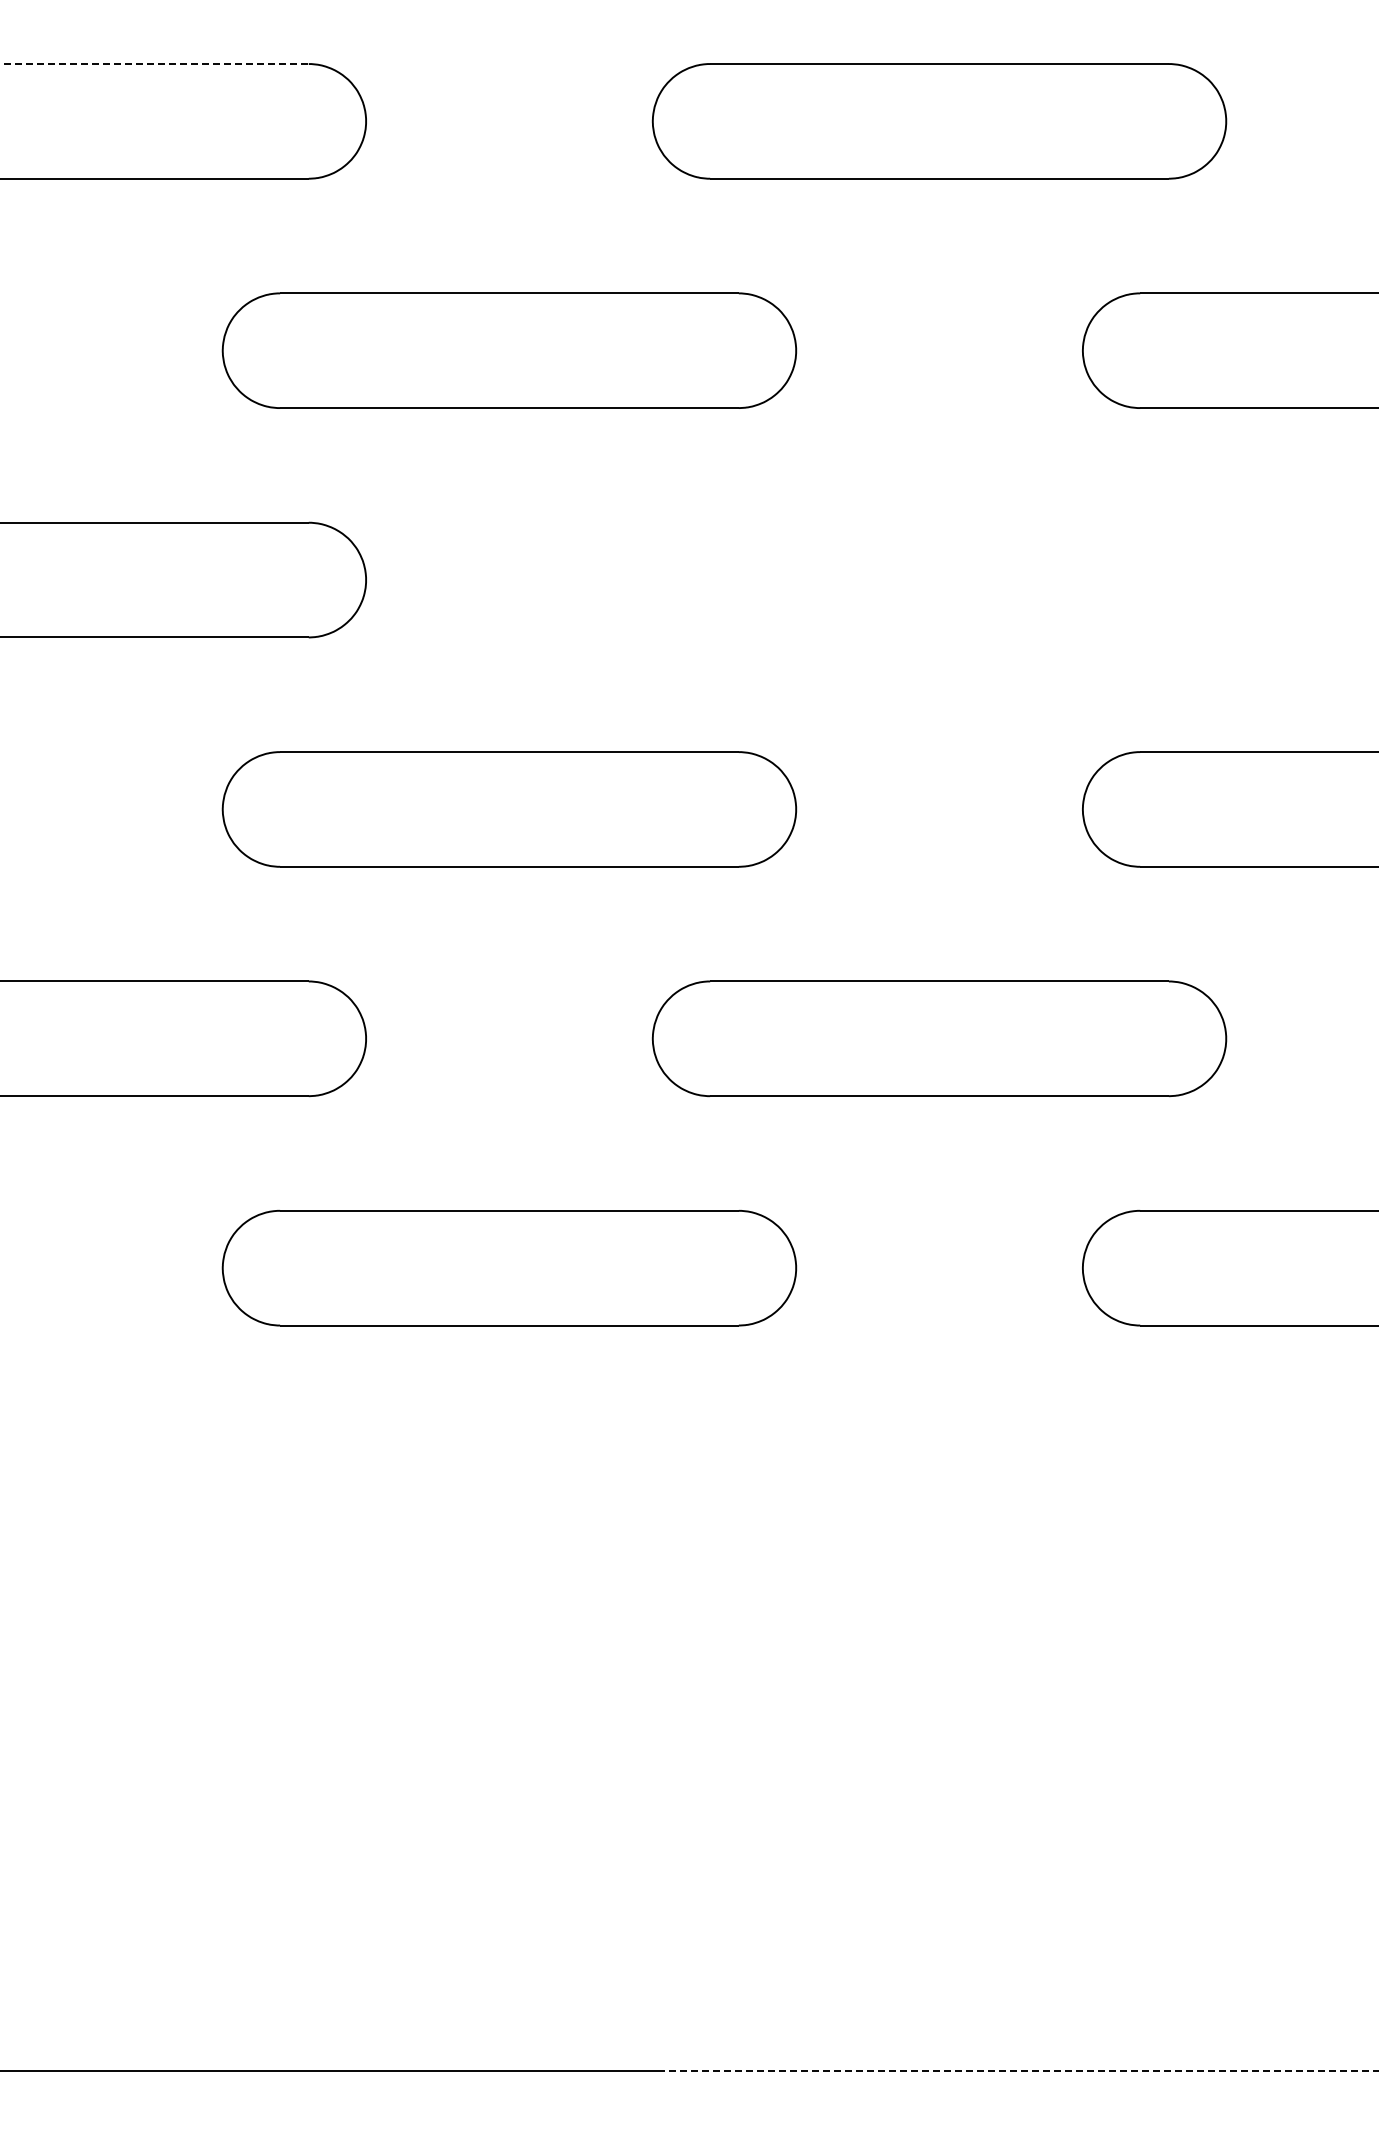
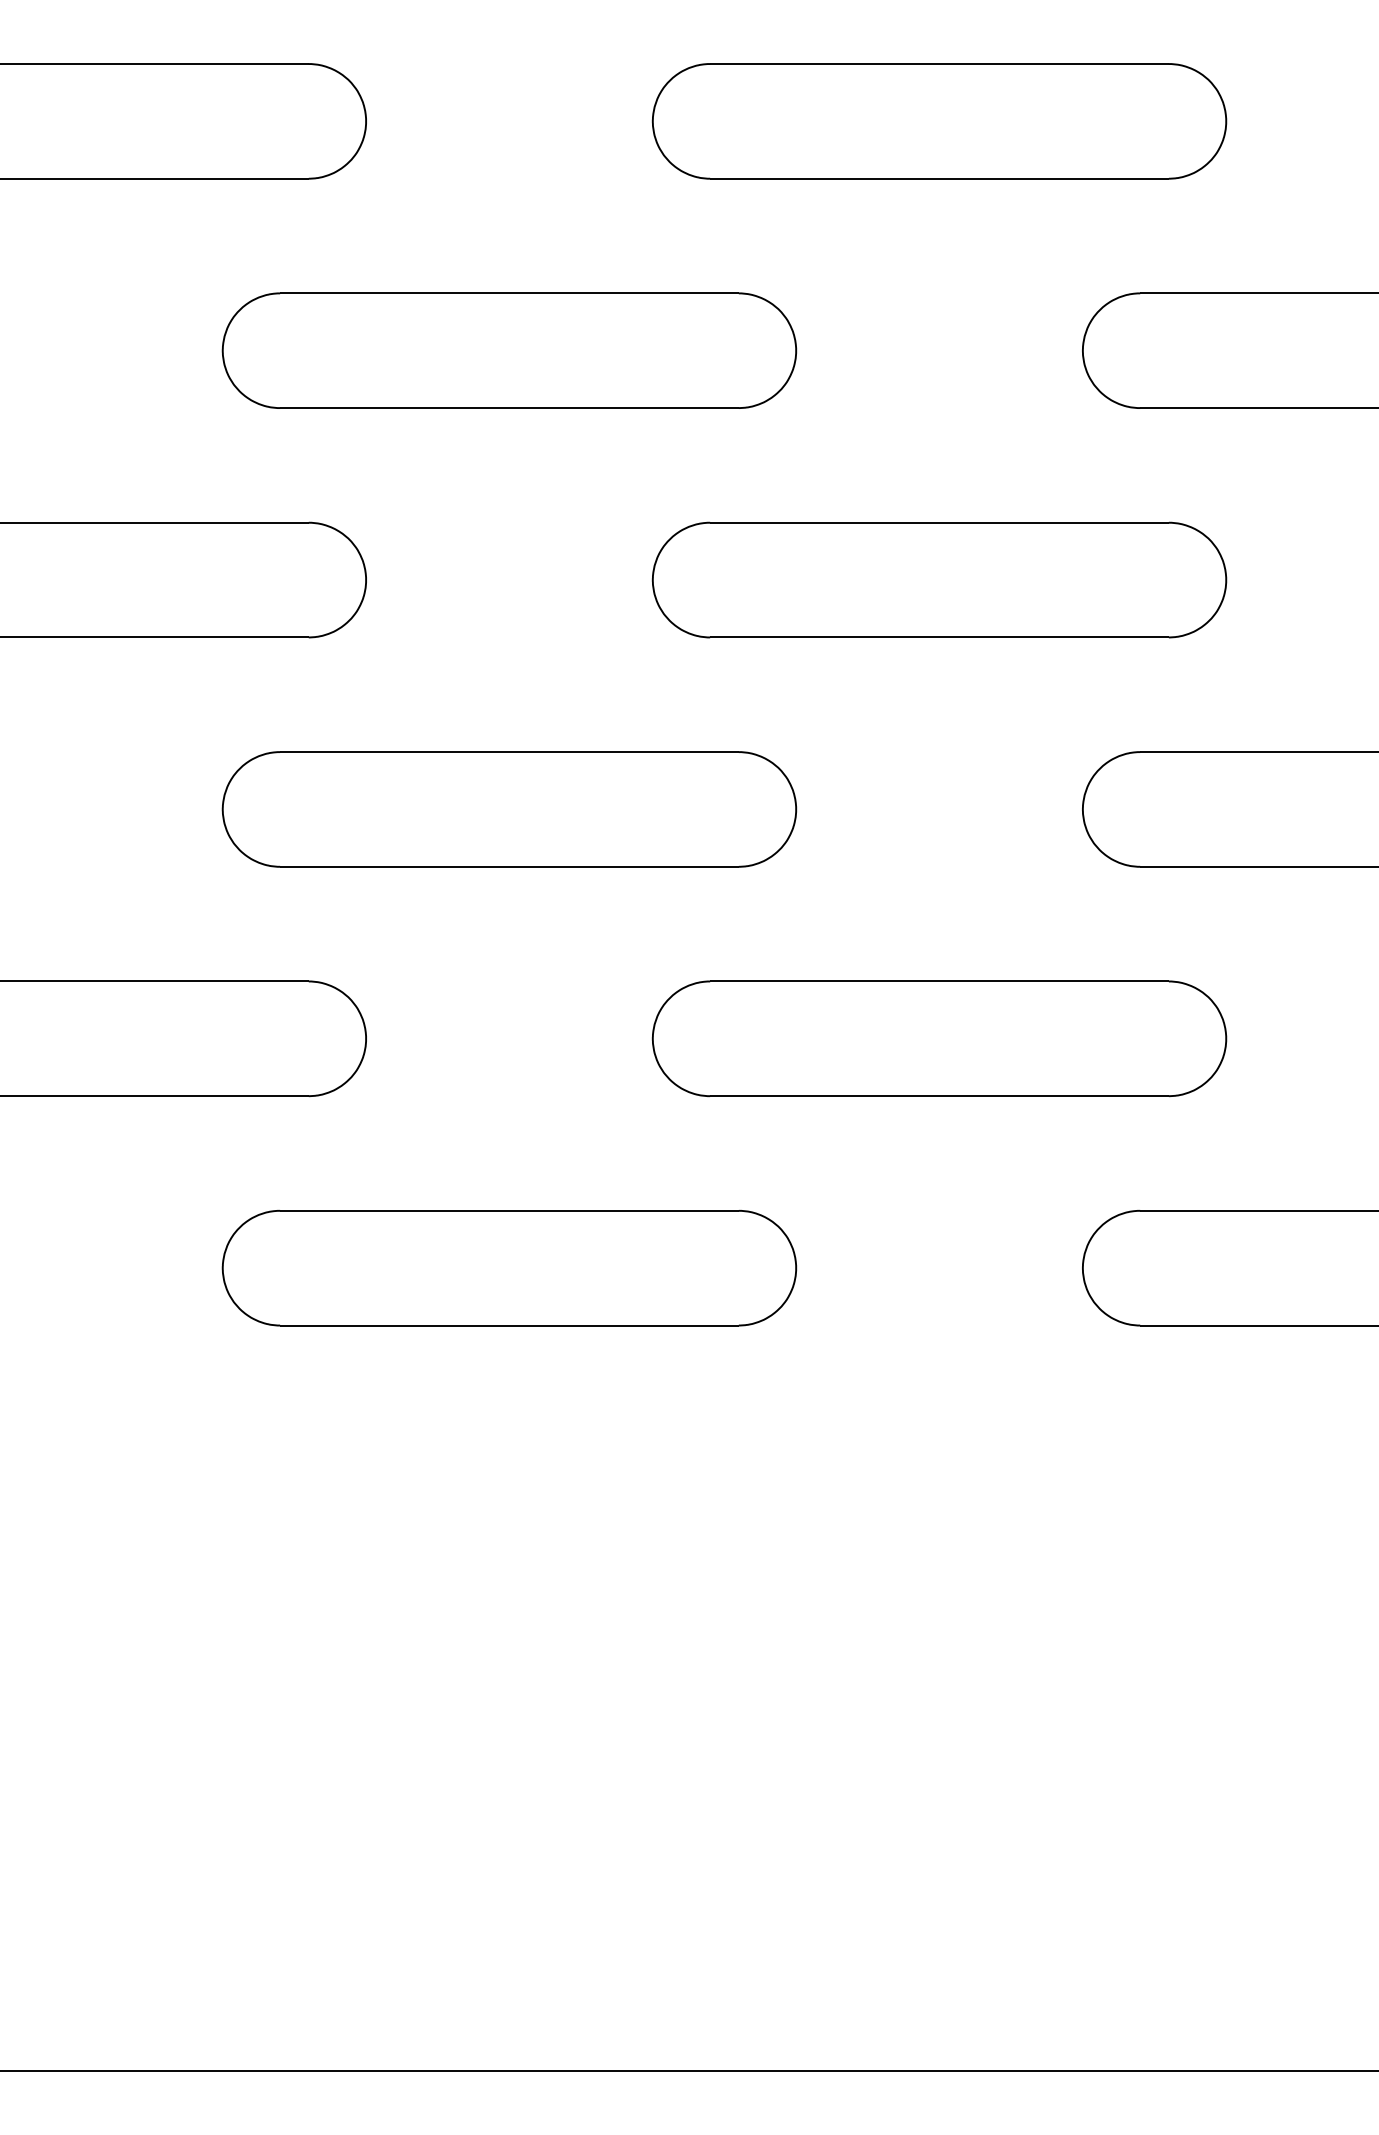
line at (154, 64): dashed -> solid
part at (939, 579): none -> present
line at (1018, 2070): dashed -> solid
